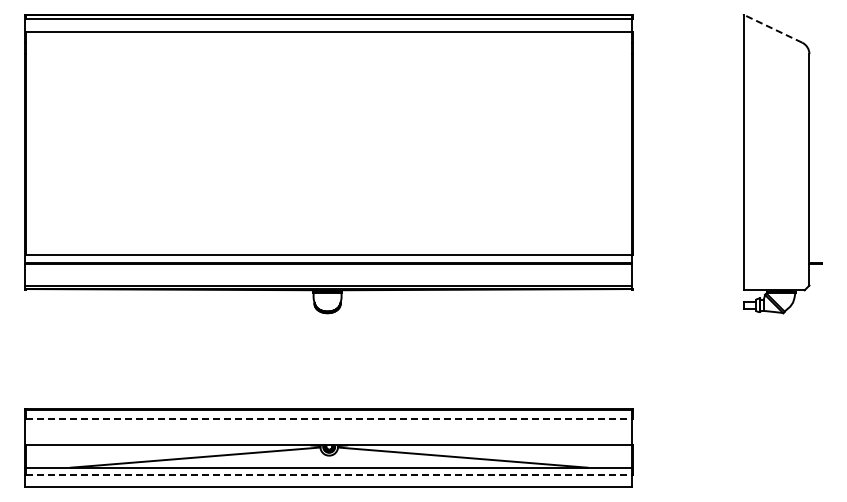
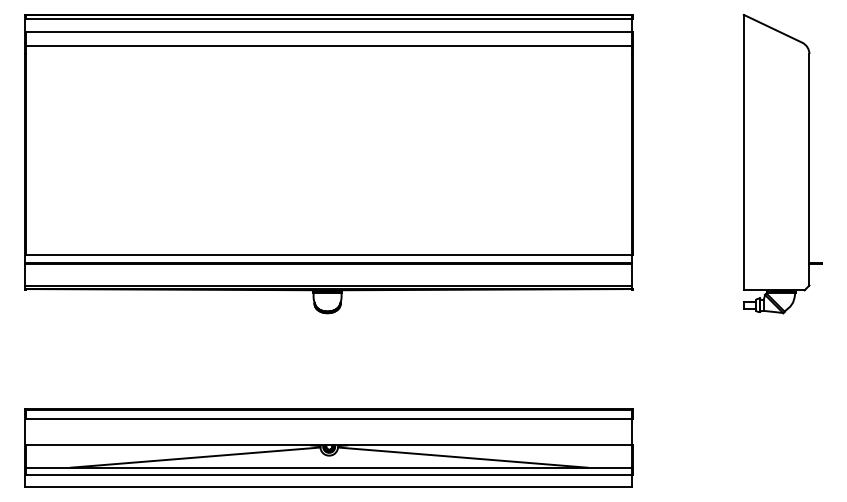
line at (772, 28): dashed -> solid
line at (328, 46): none -> present
line at (329, 418): dashed -> solid
line at (329, 474): dashed -> solid
